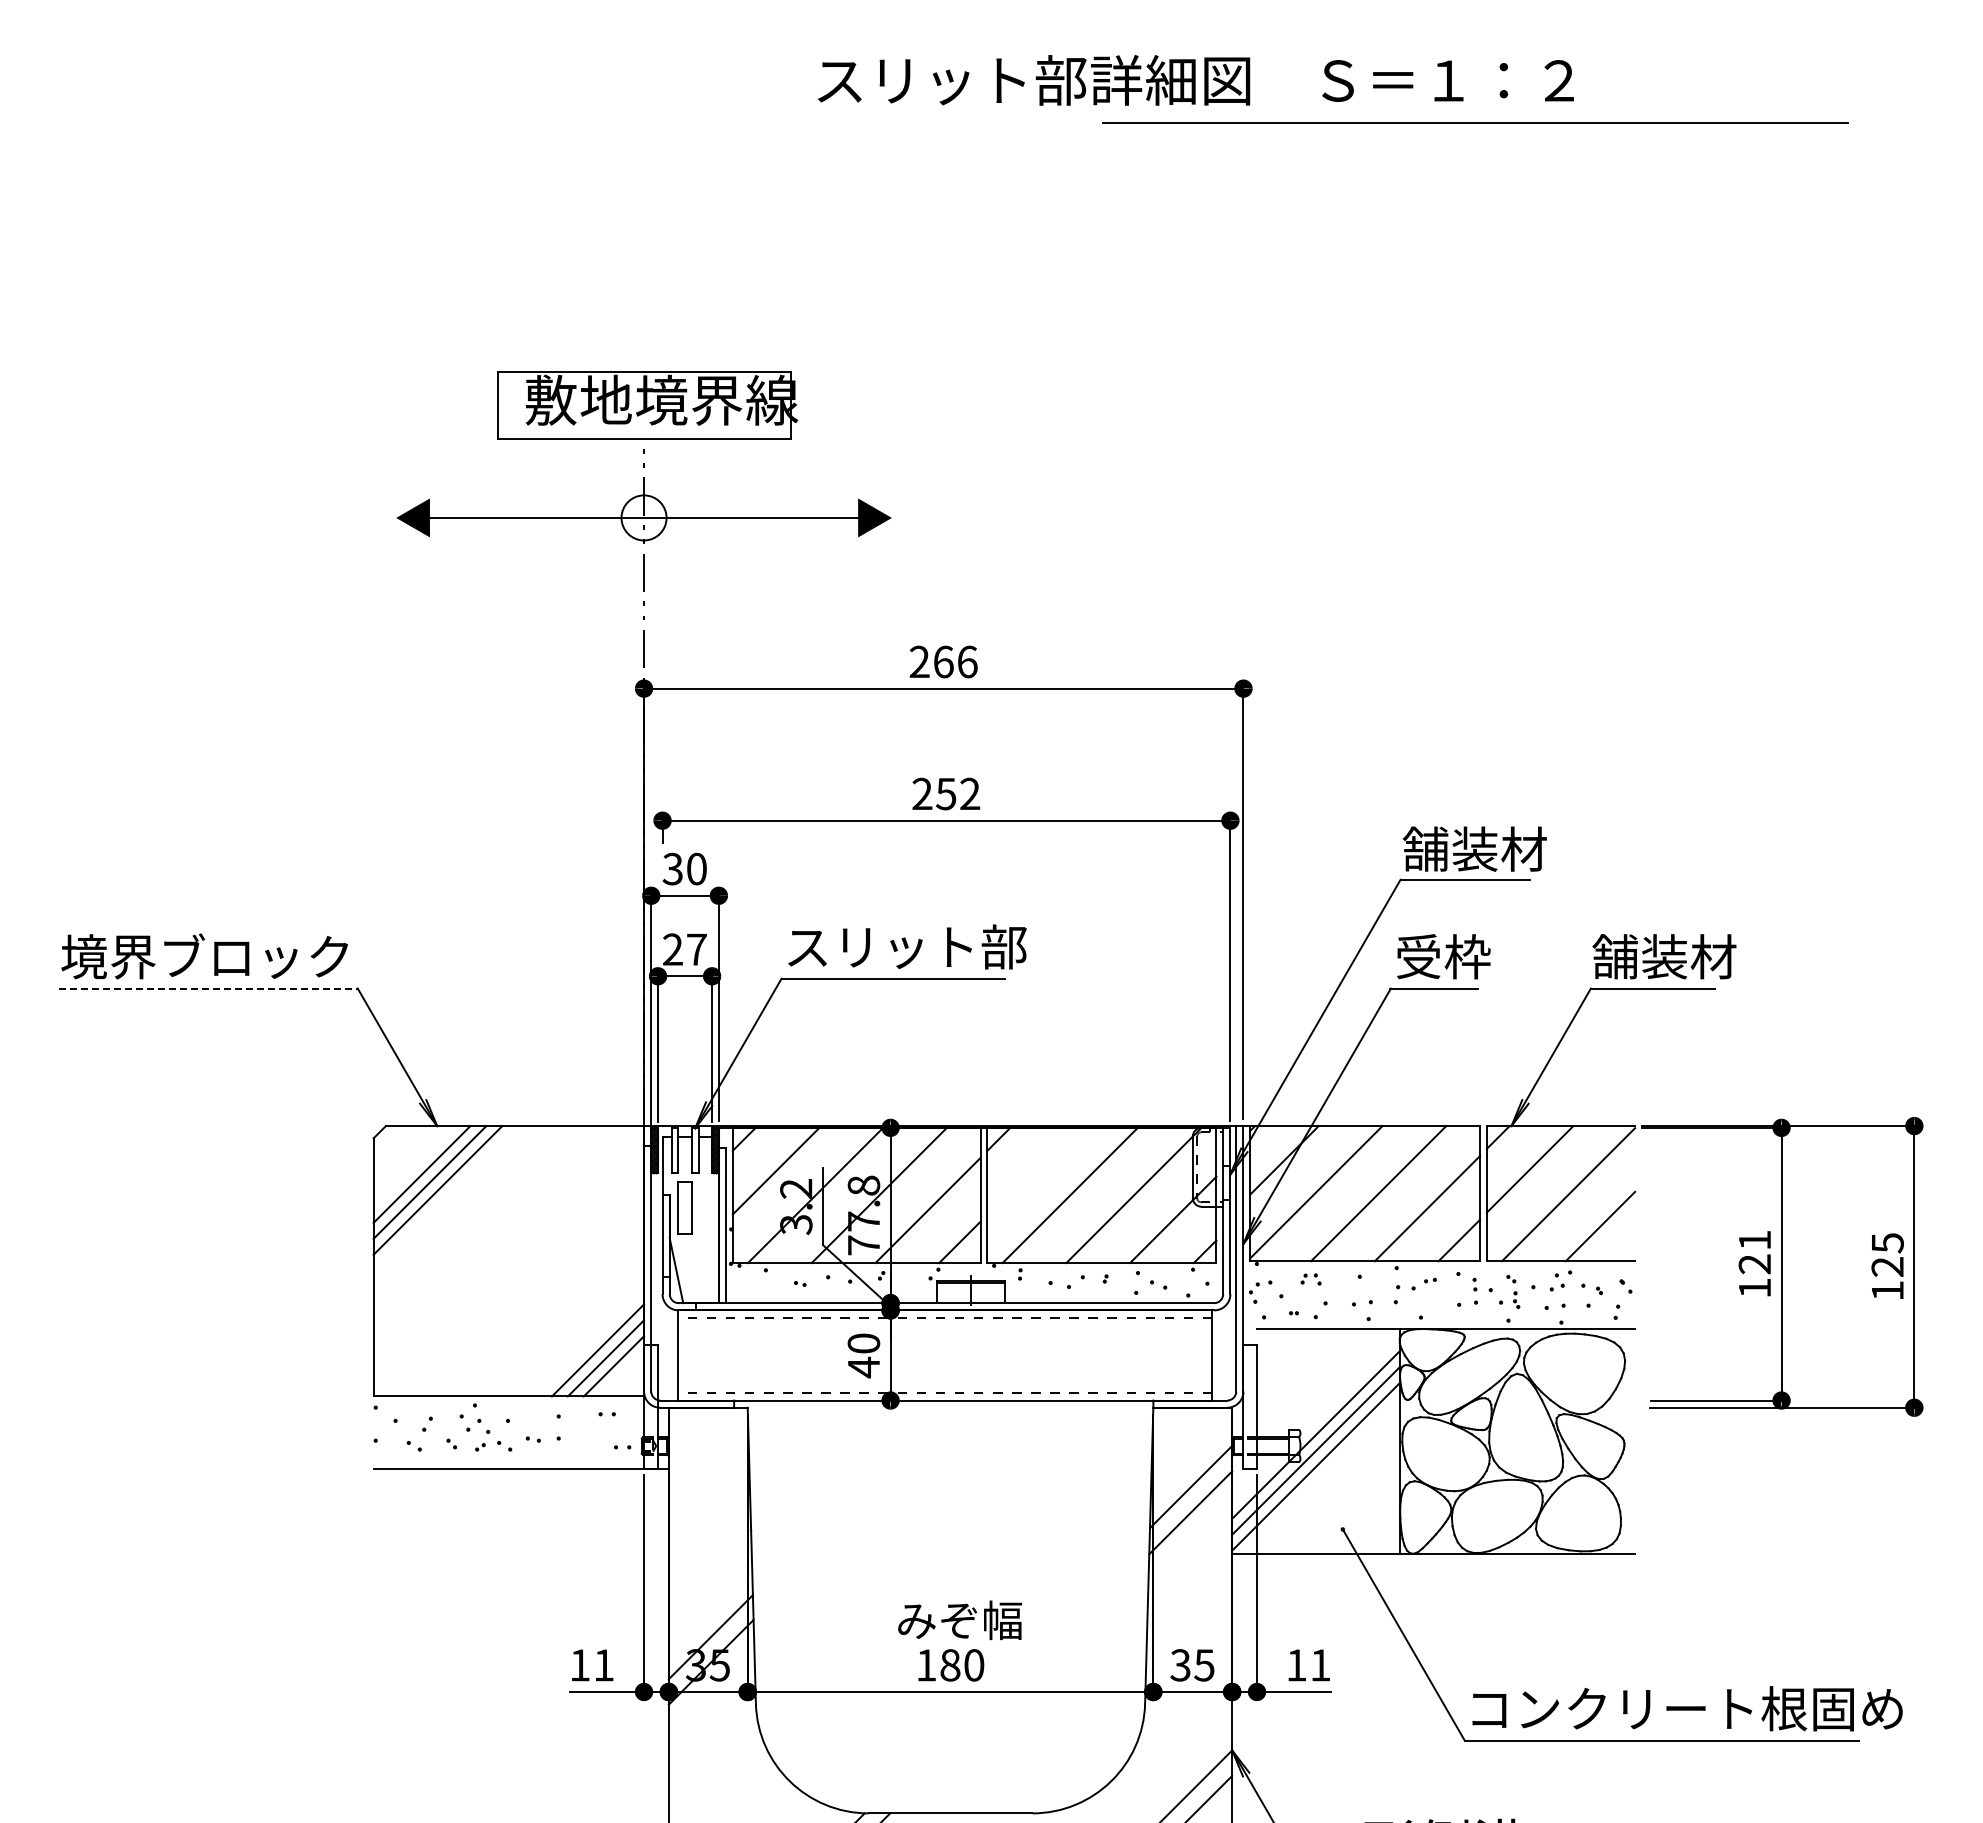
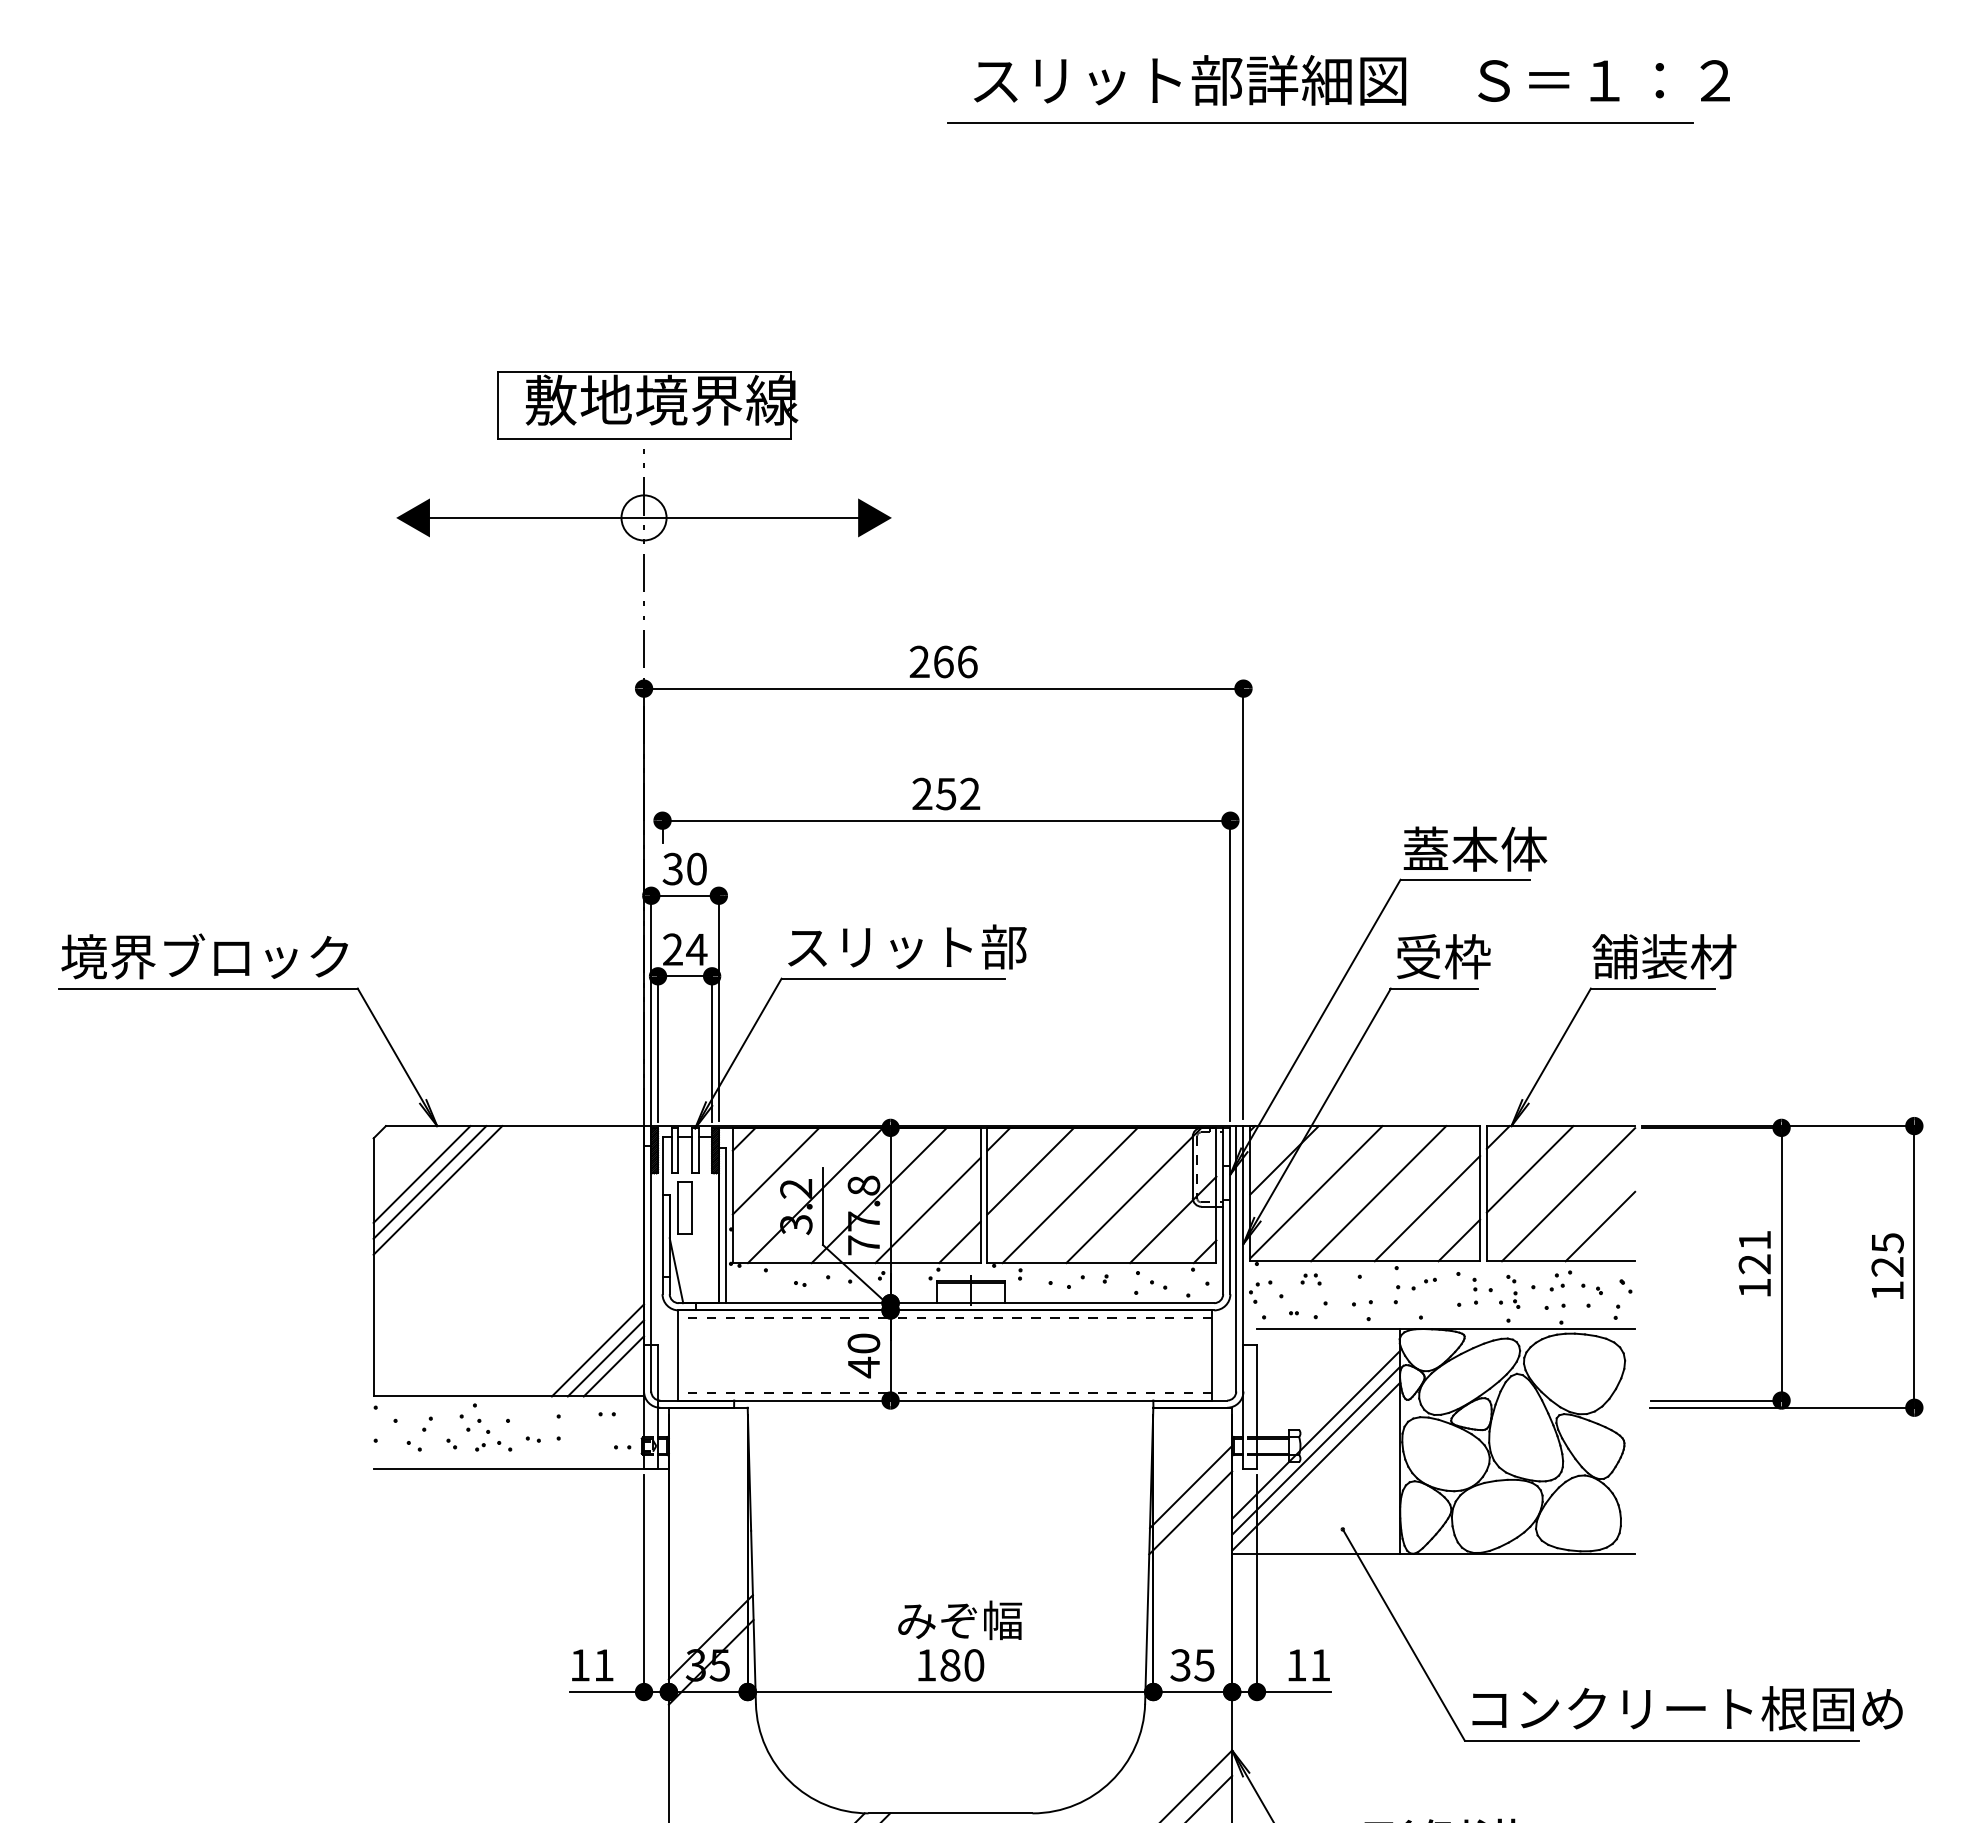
text at (1195, 80) position: (1195, 80) -> (1351, 80)
line at (1475, 122) position: (1475, 122) -> (1320, 122)
text at (1474, 848): 舗装材 -> 蓋本体
text at (696, 949): 27 -> 24
line at (209, 988): dashed -> solid
line at (1030, 1170): none -> present
